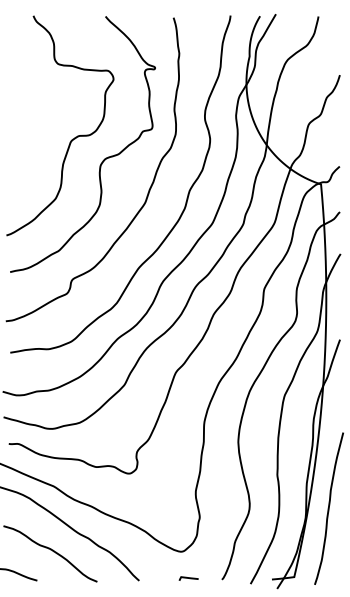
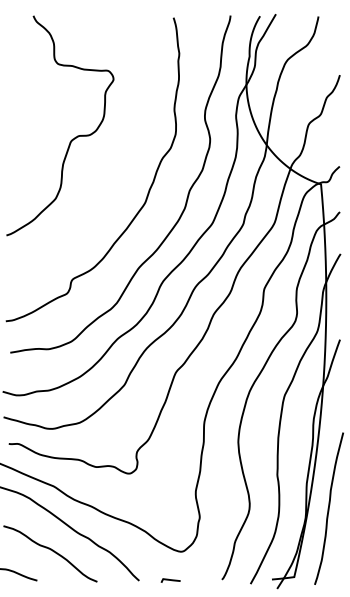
curve at (102, 160): present -> none
curve at (188, 578) position: (188, 578) -> (170, 580)
